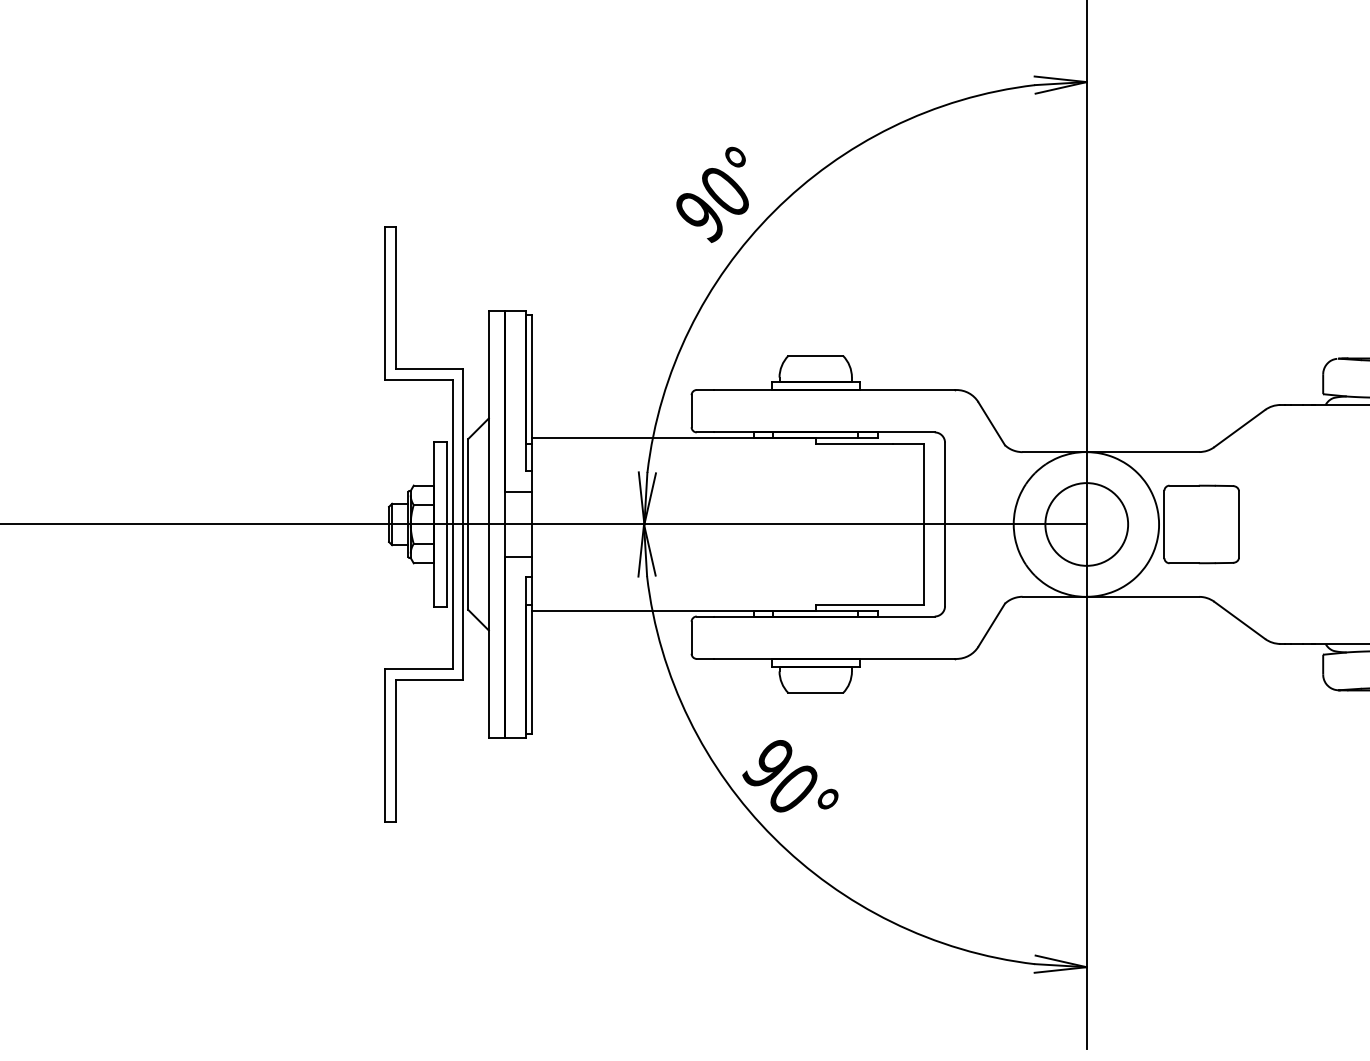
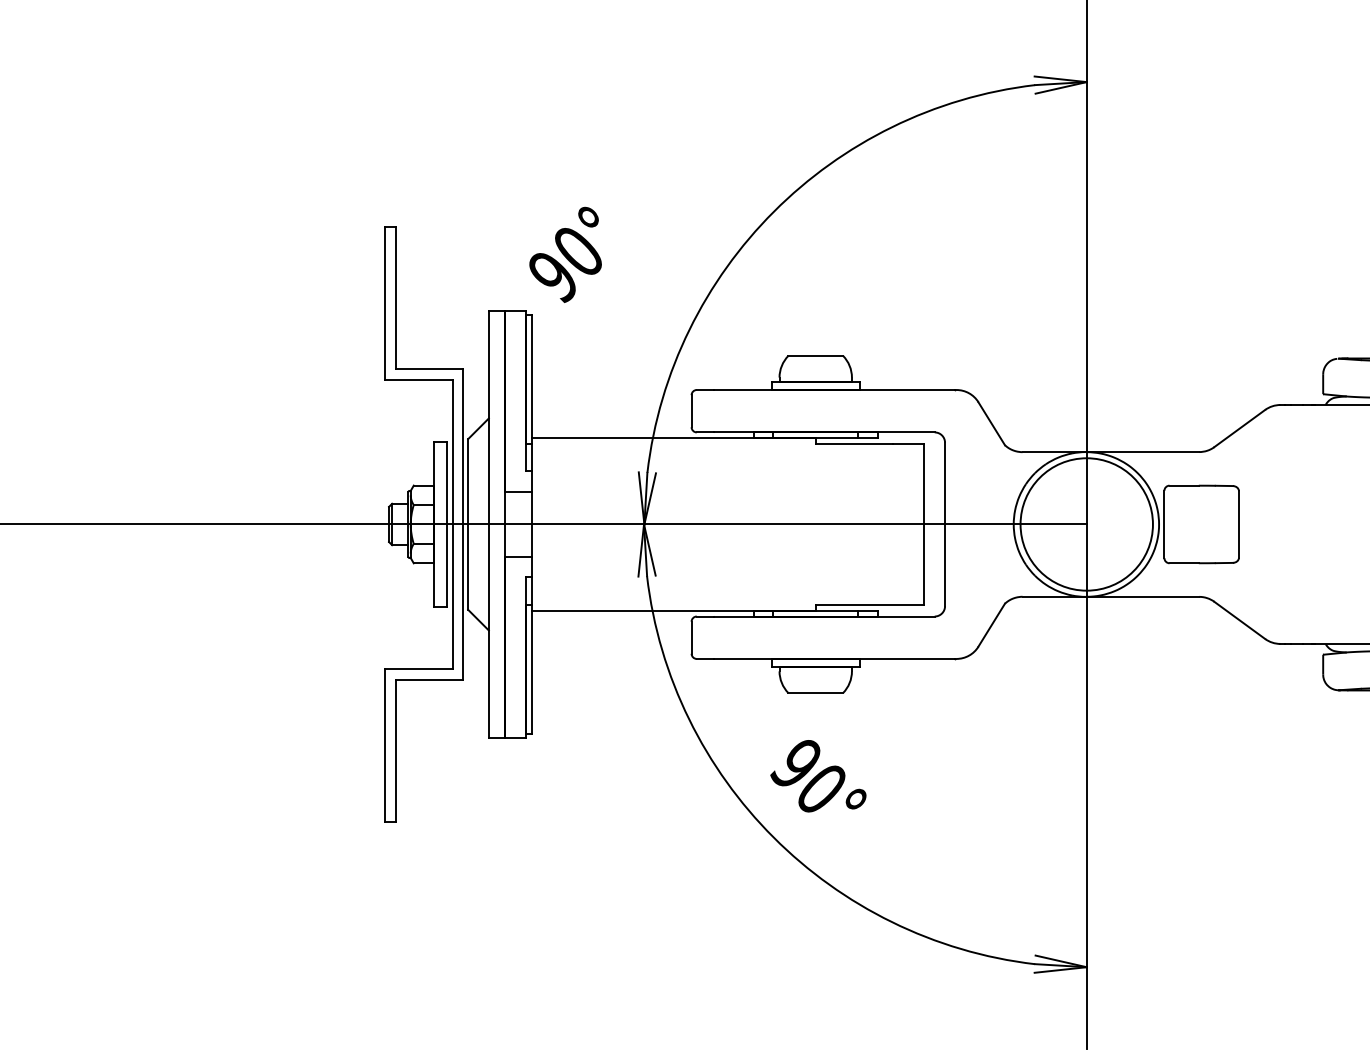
text at (712, 194) position: (712, 194) -> (565, 254)
circle at (1086, 524) diameter: 83 px -> 132 px
text at (790, 776) position: (790, 776) -> (818, 776)
